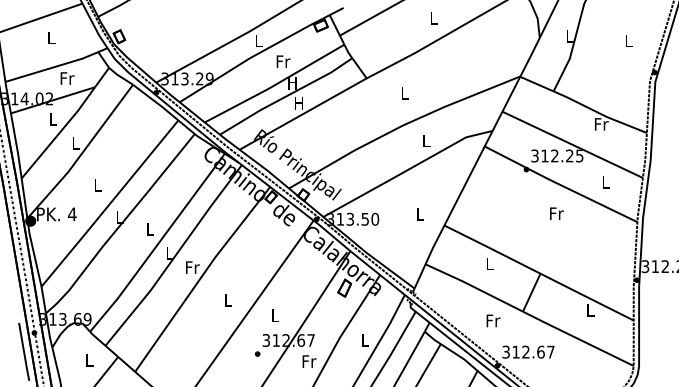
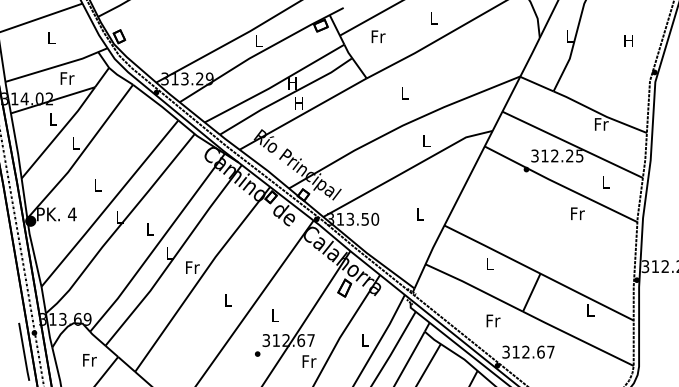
text at (628, 40): L -> H
text at (283, 61) position: (283, 61) -> (378, 36)
text at (556, 213) position: (556, 213) -> (577, 213)
text at (89, 360): L -> Fr
